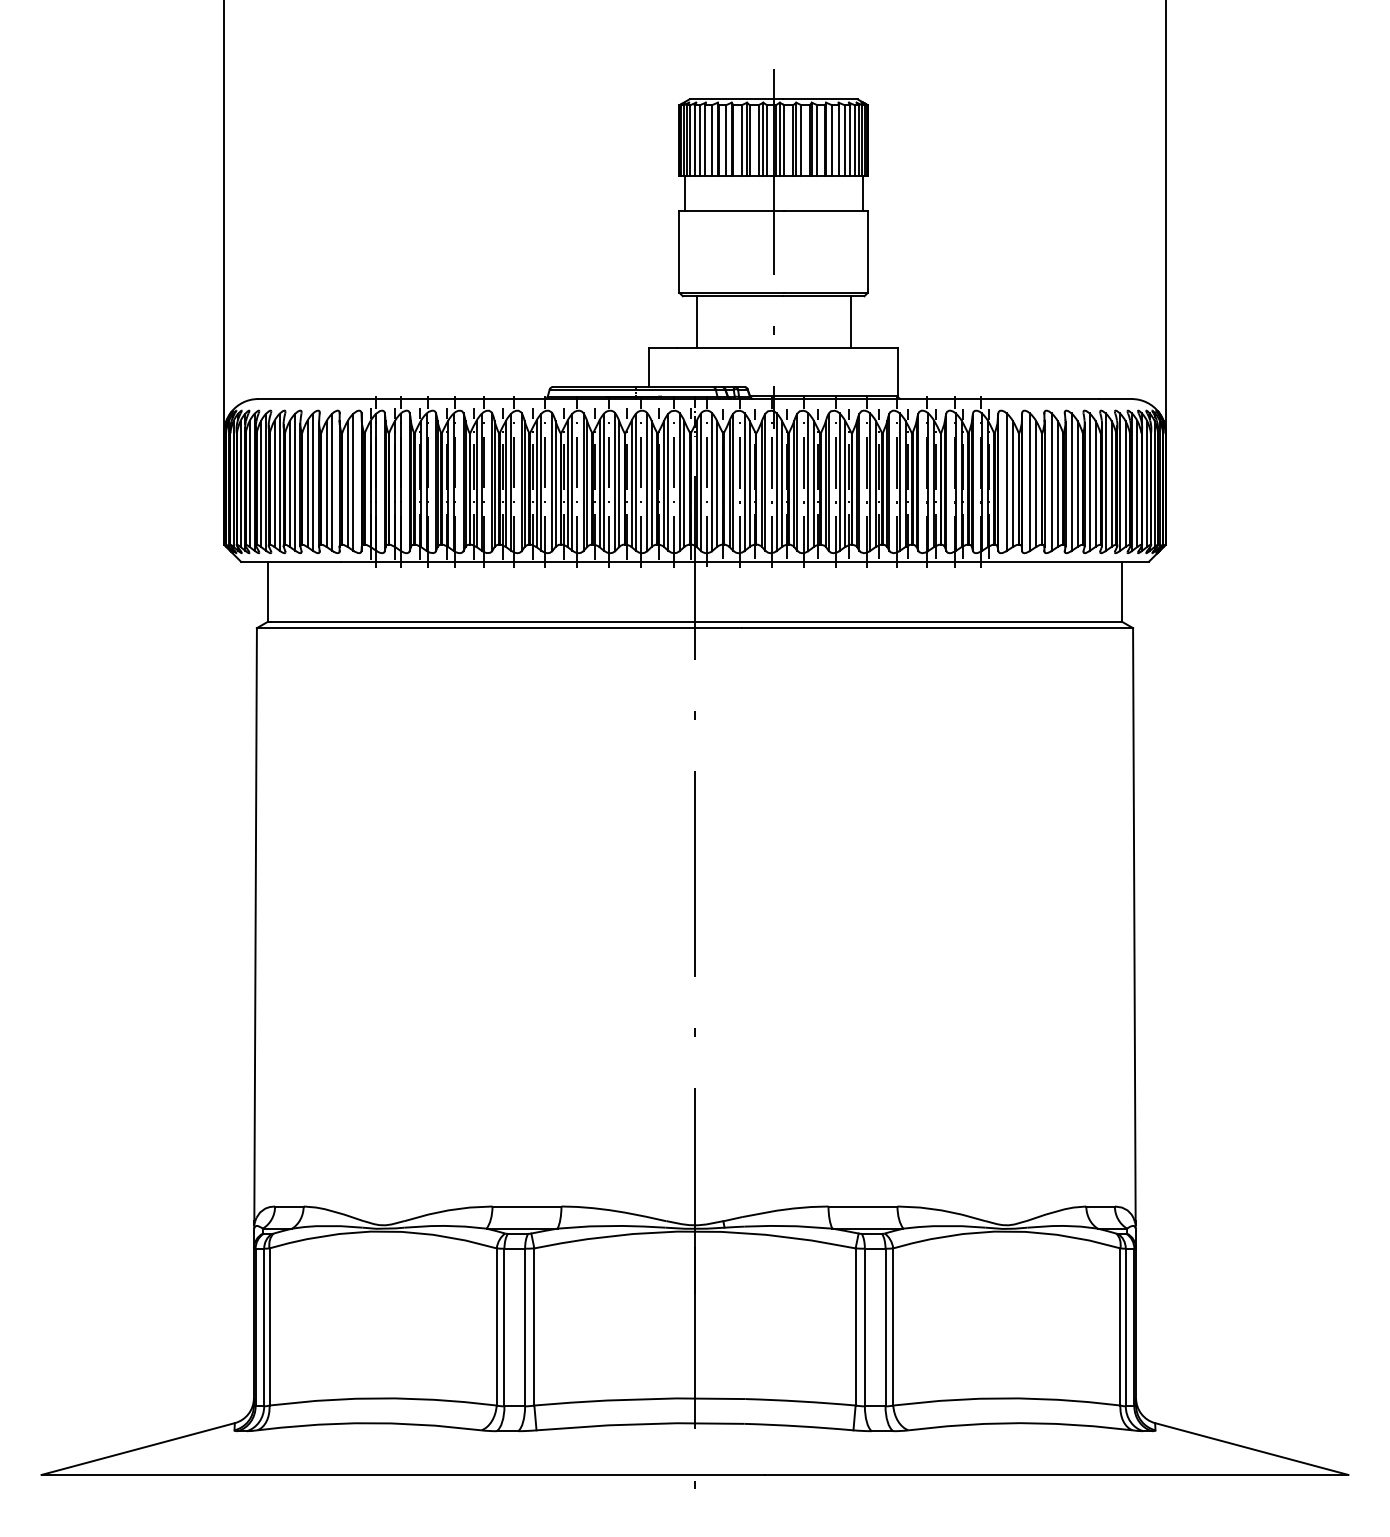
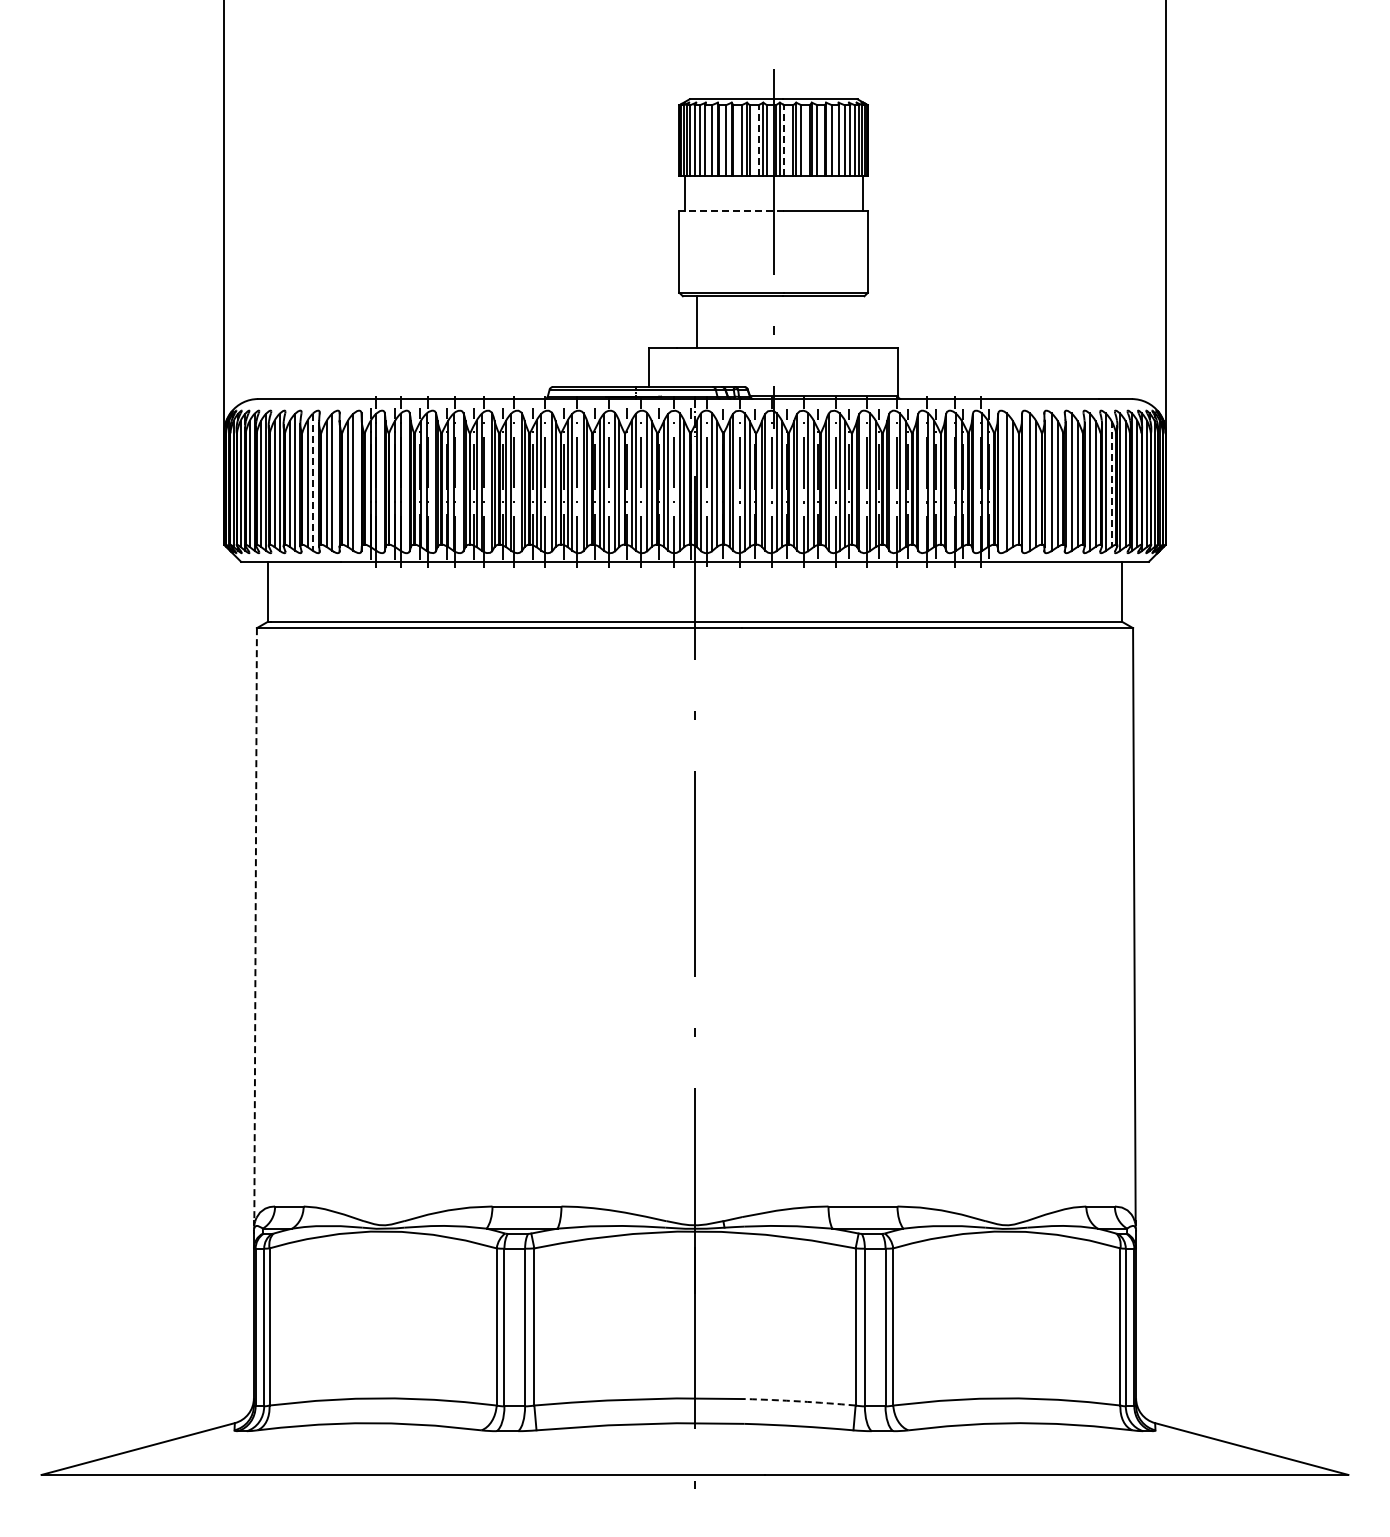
line at (758, 140): solid -> dashed
line at (784, 140): solid -> dashed
line at (731, 210): solid -> dashed
line at (850, 321): present -> none
line at (312, 482): solid -> dashed
line at (1111, 484): solid -> dashed
line at (255, 924): solid -> dashed
arc at (800, 1401): solid -> dashed
